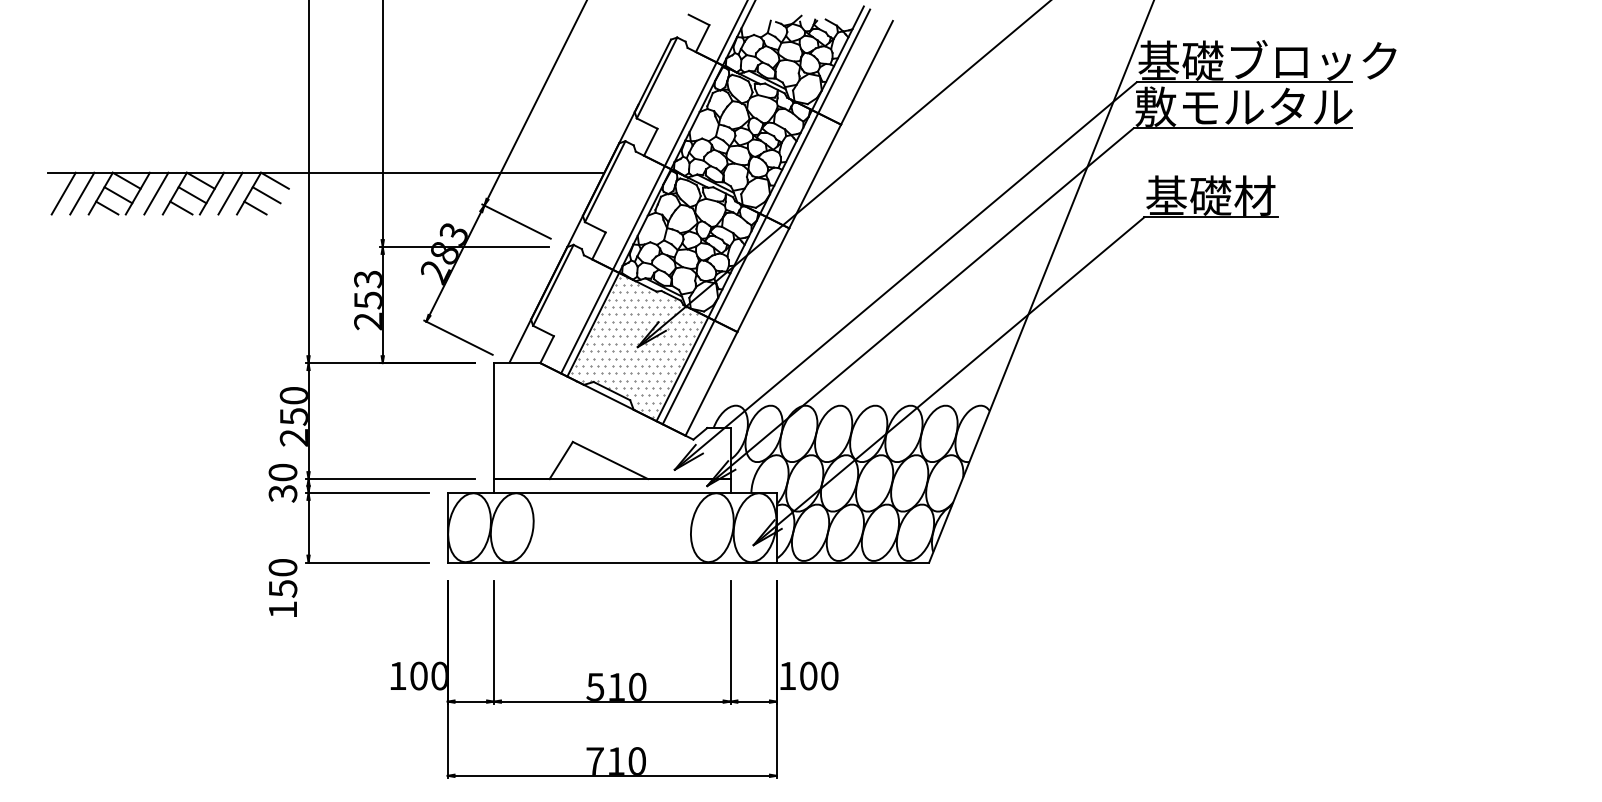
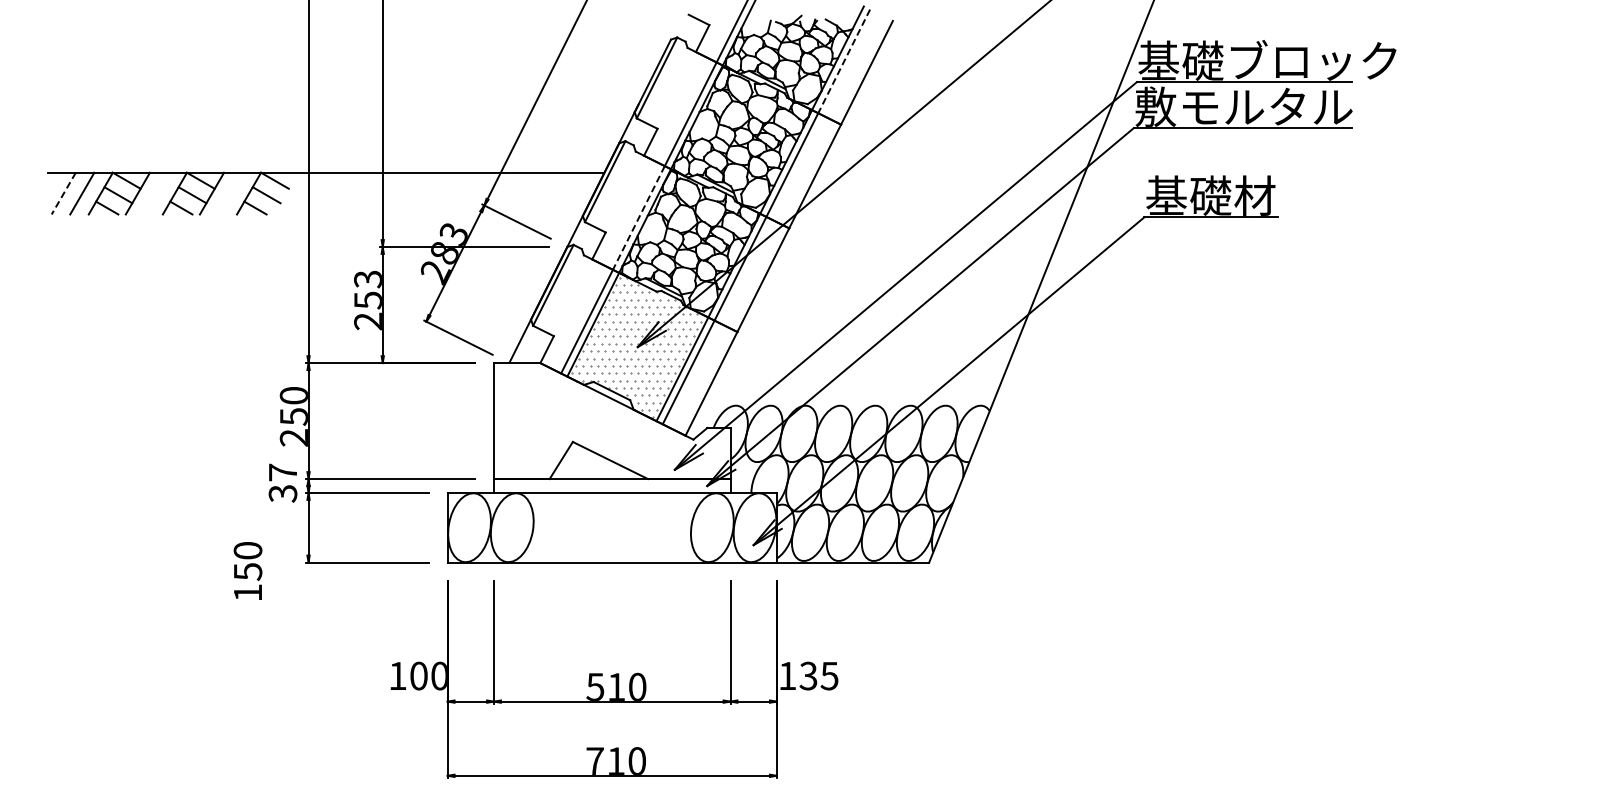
line at (844, 61): solid -> dashed
line at (156, 193): present -> none
line at (230, 193): present -> none
line at (63, 194): solid -> dashed
line at (638, 217): solid -> dashed
text at (282, 472): 30 -> 37
text at (282, 587) position: (282, 587) -> (247, 570)
text at (818, 675): 100 -> 135
